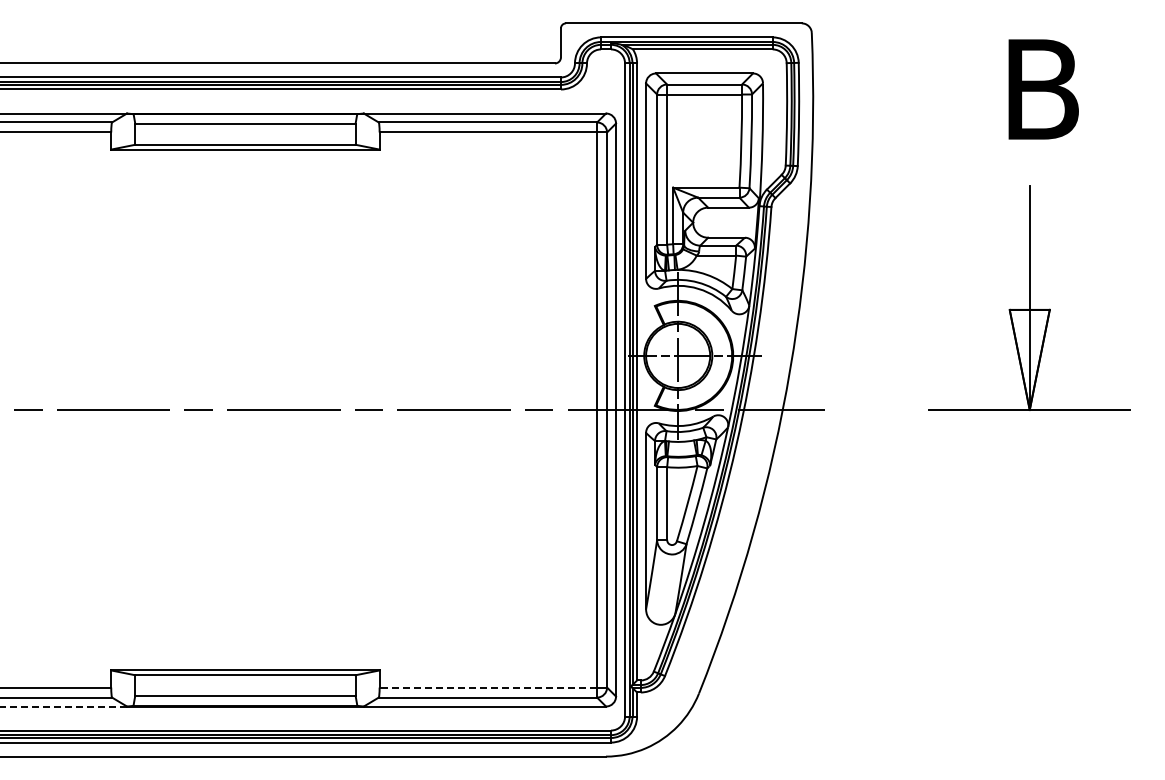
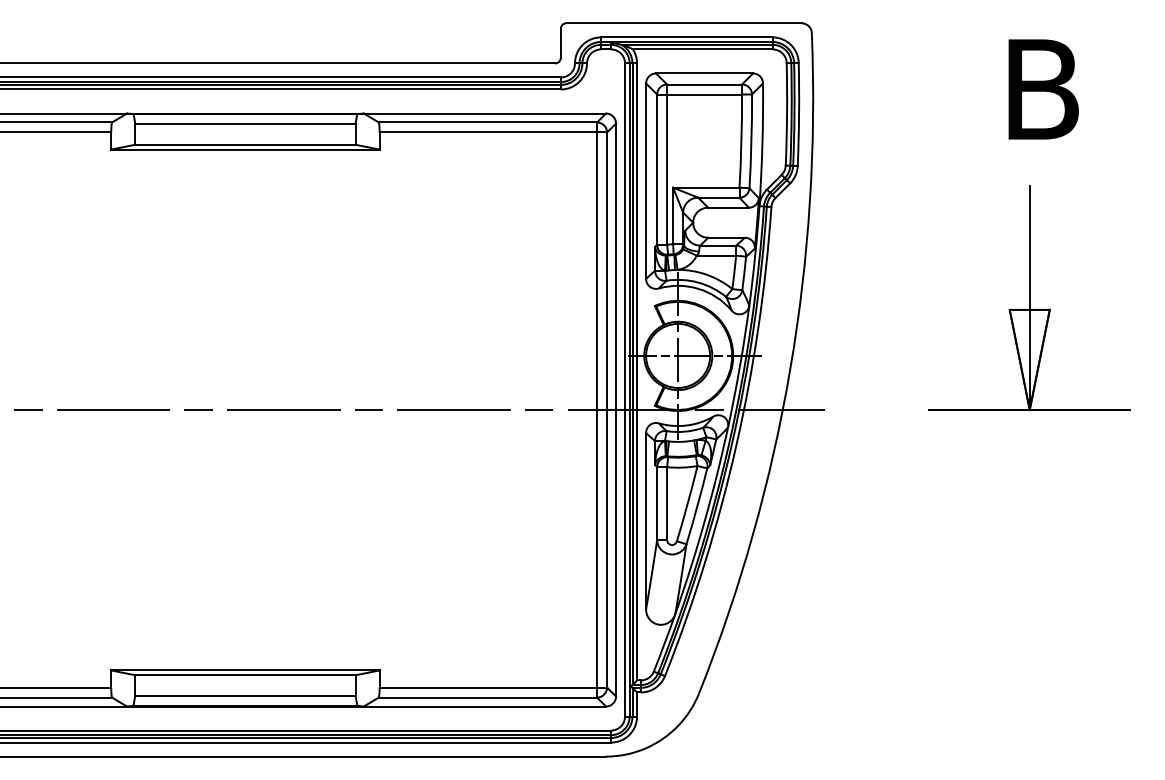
line at (488, 687): dashed -> solid
line at (63, 706): dashed -> solid
